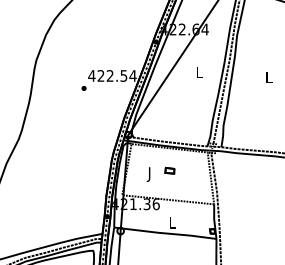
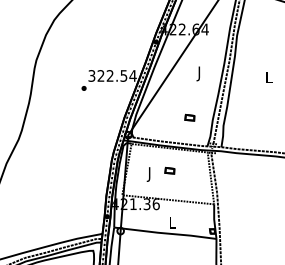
text at (199, 73): L -> J
text at (91, 75): 422.54 -> 322.54
part at (189, 117): none -> present
